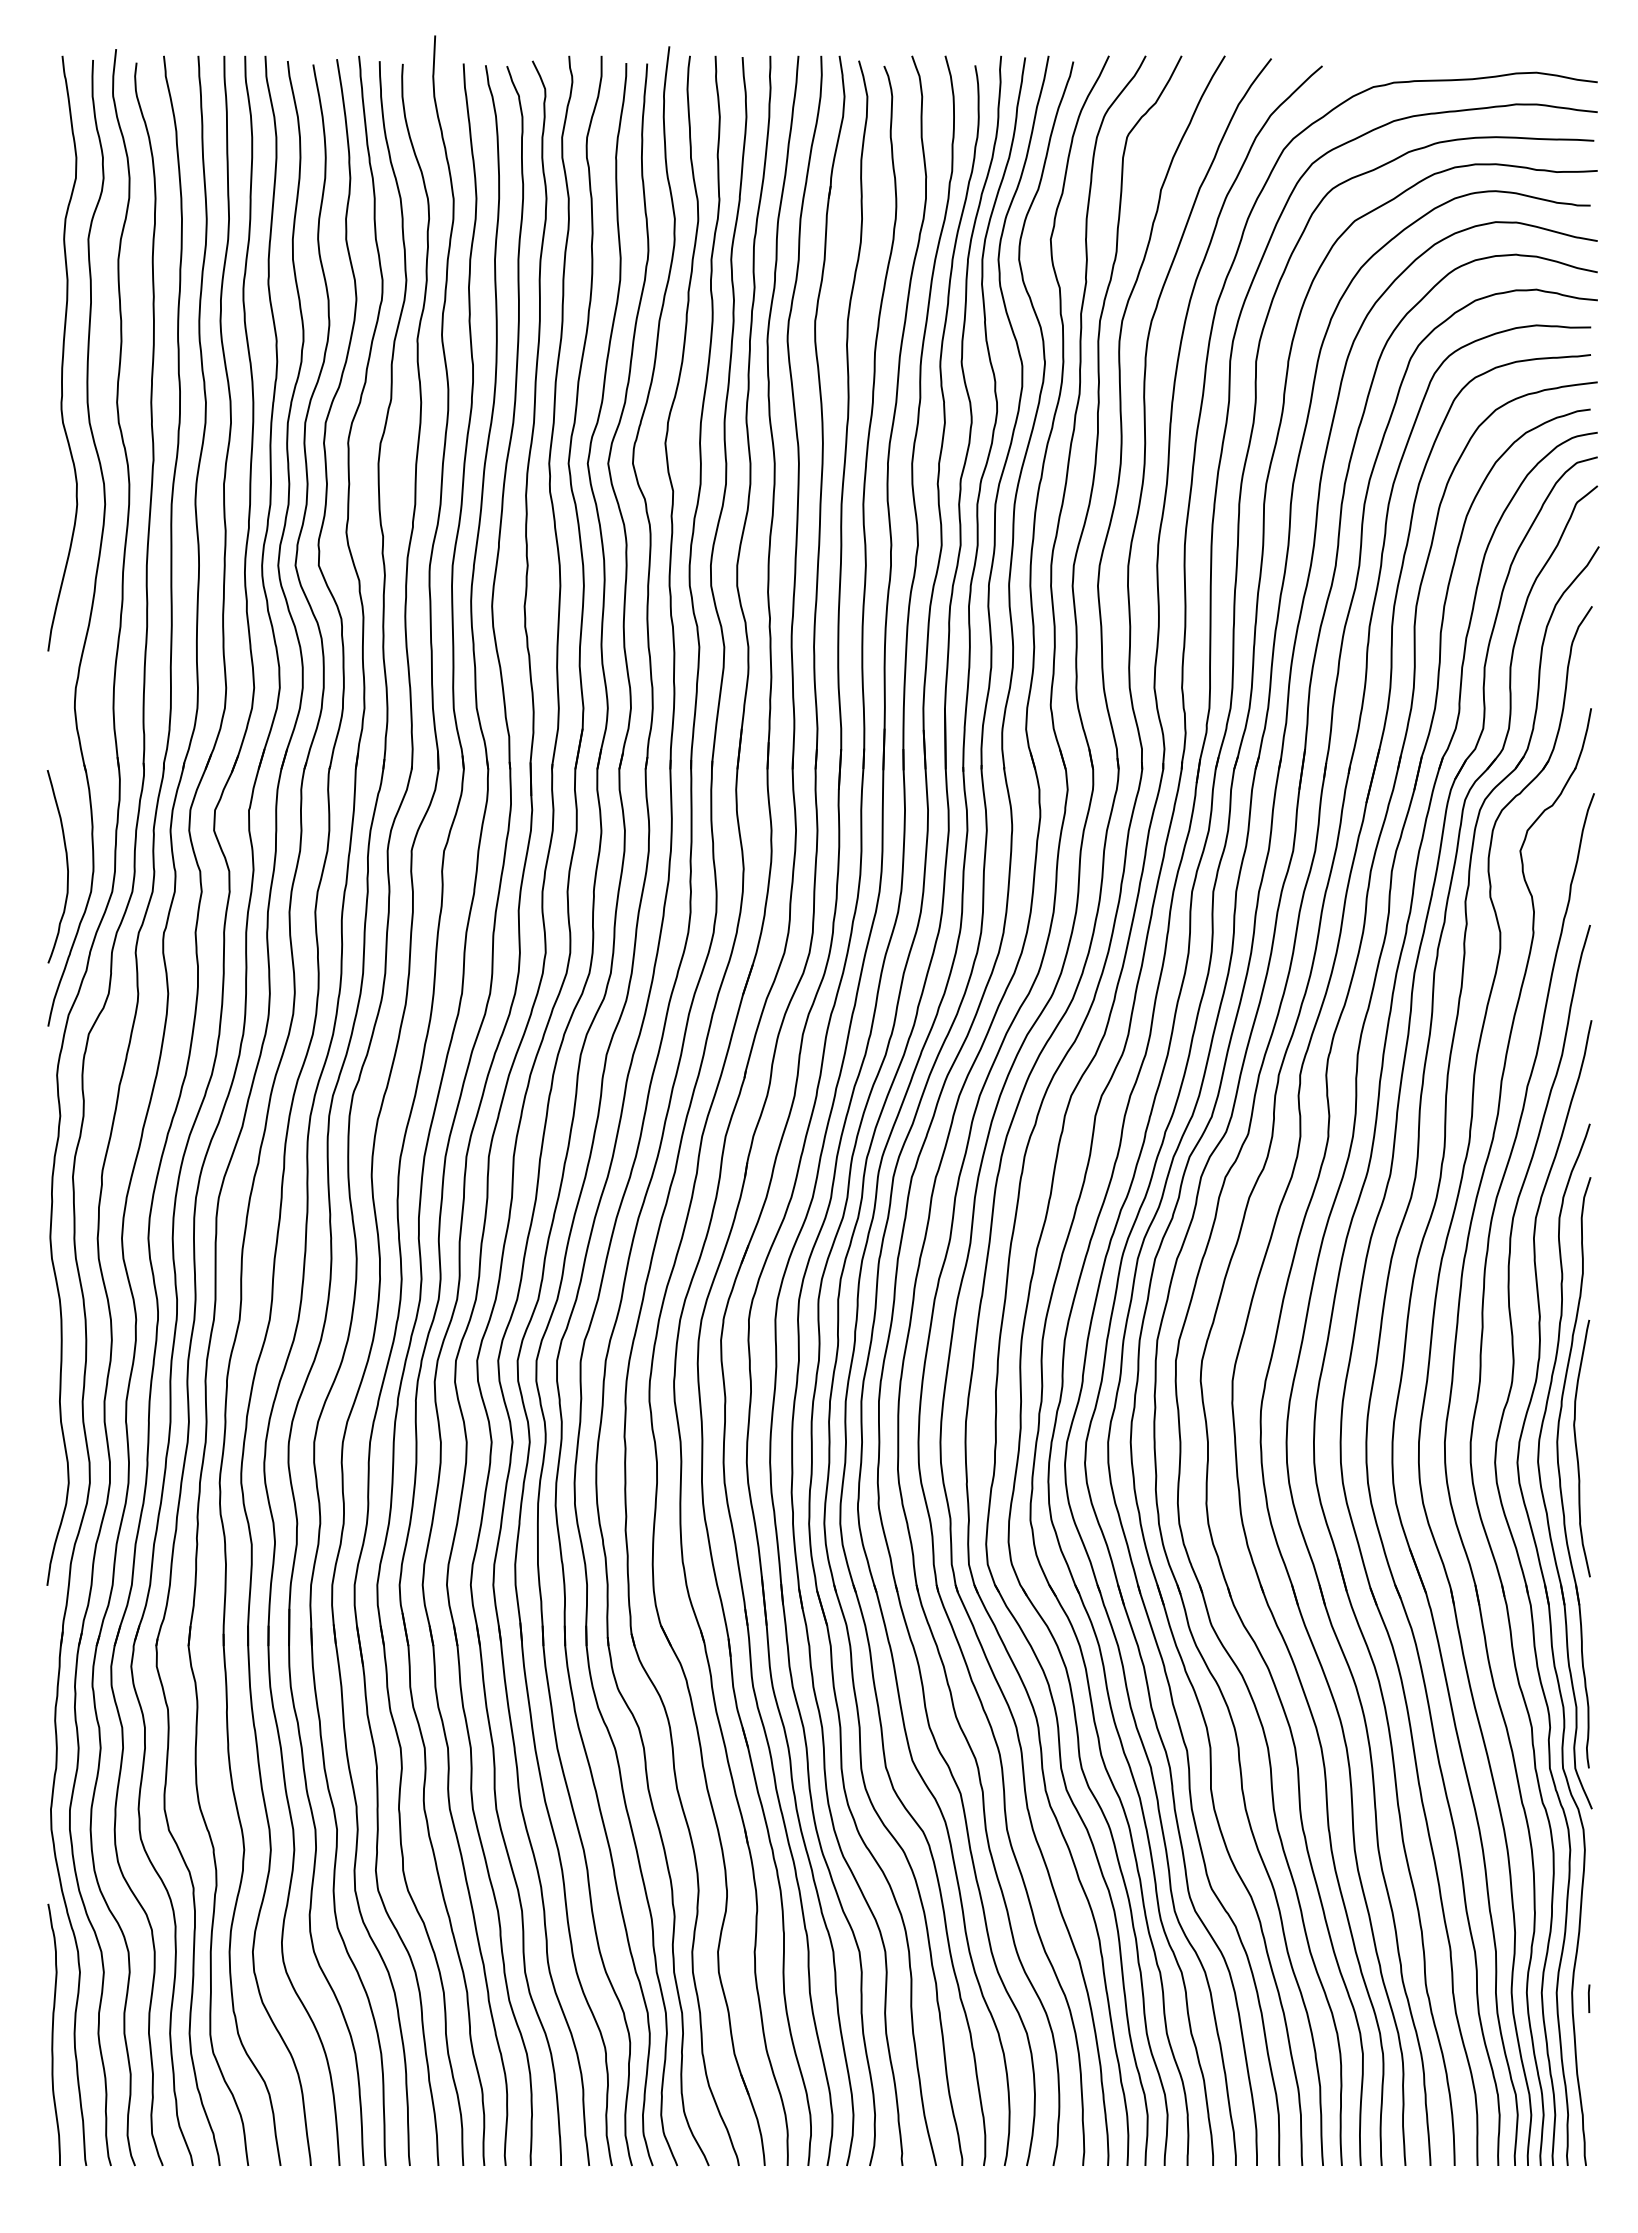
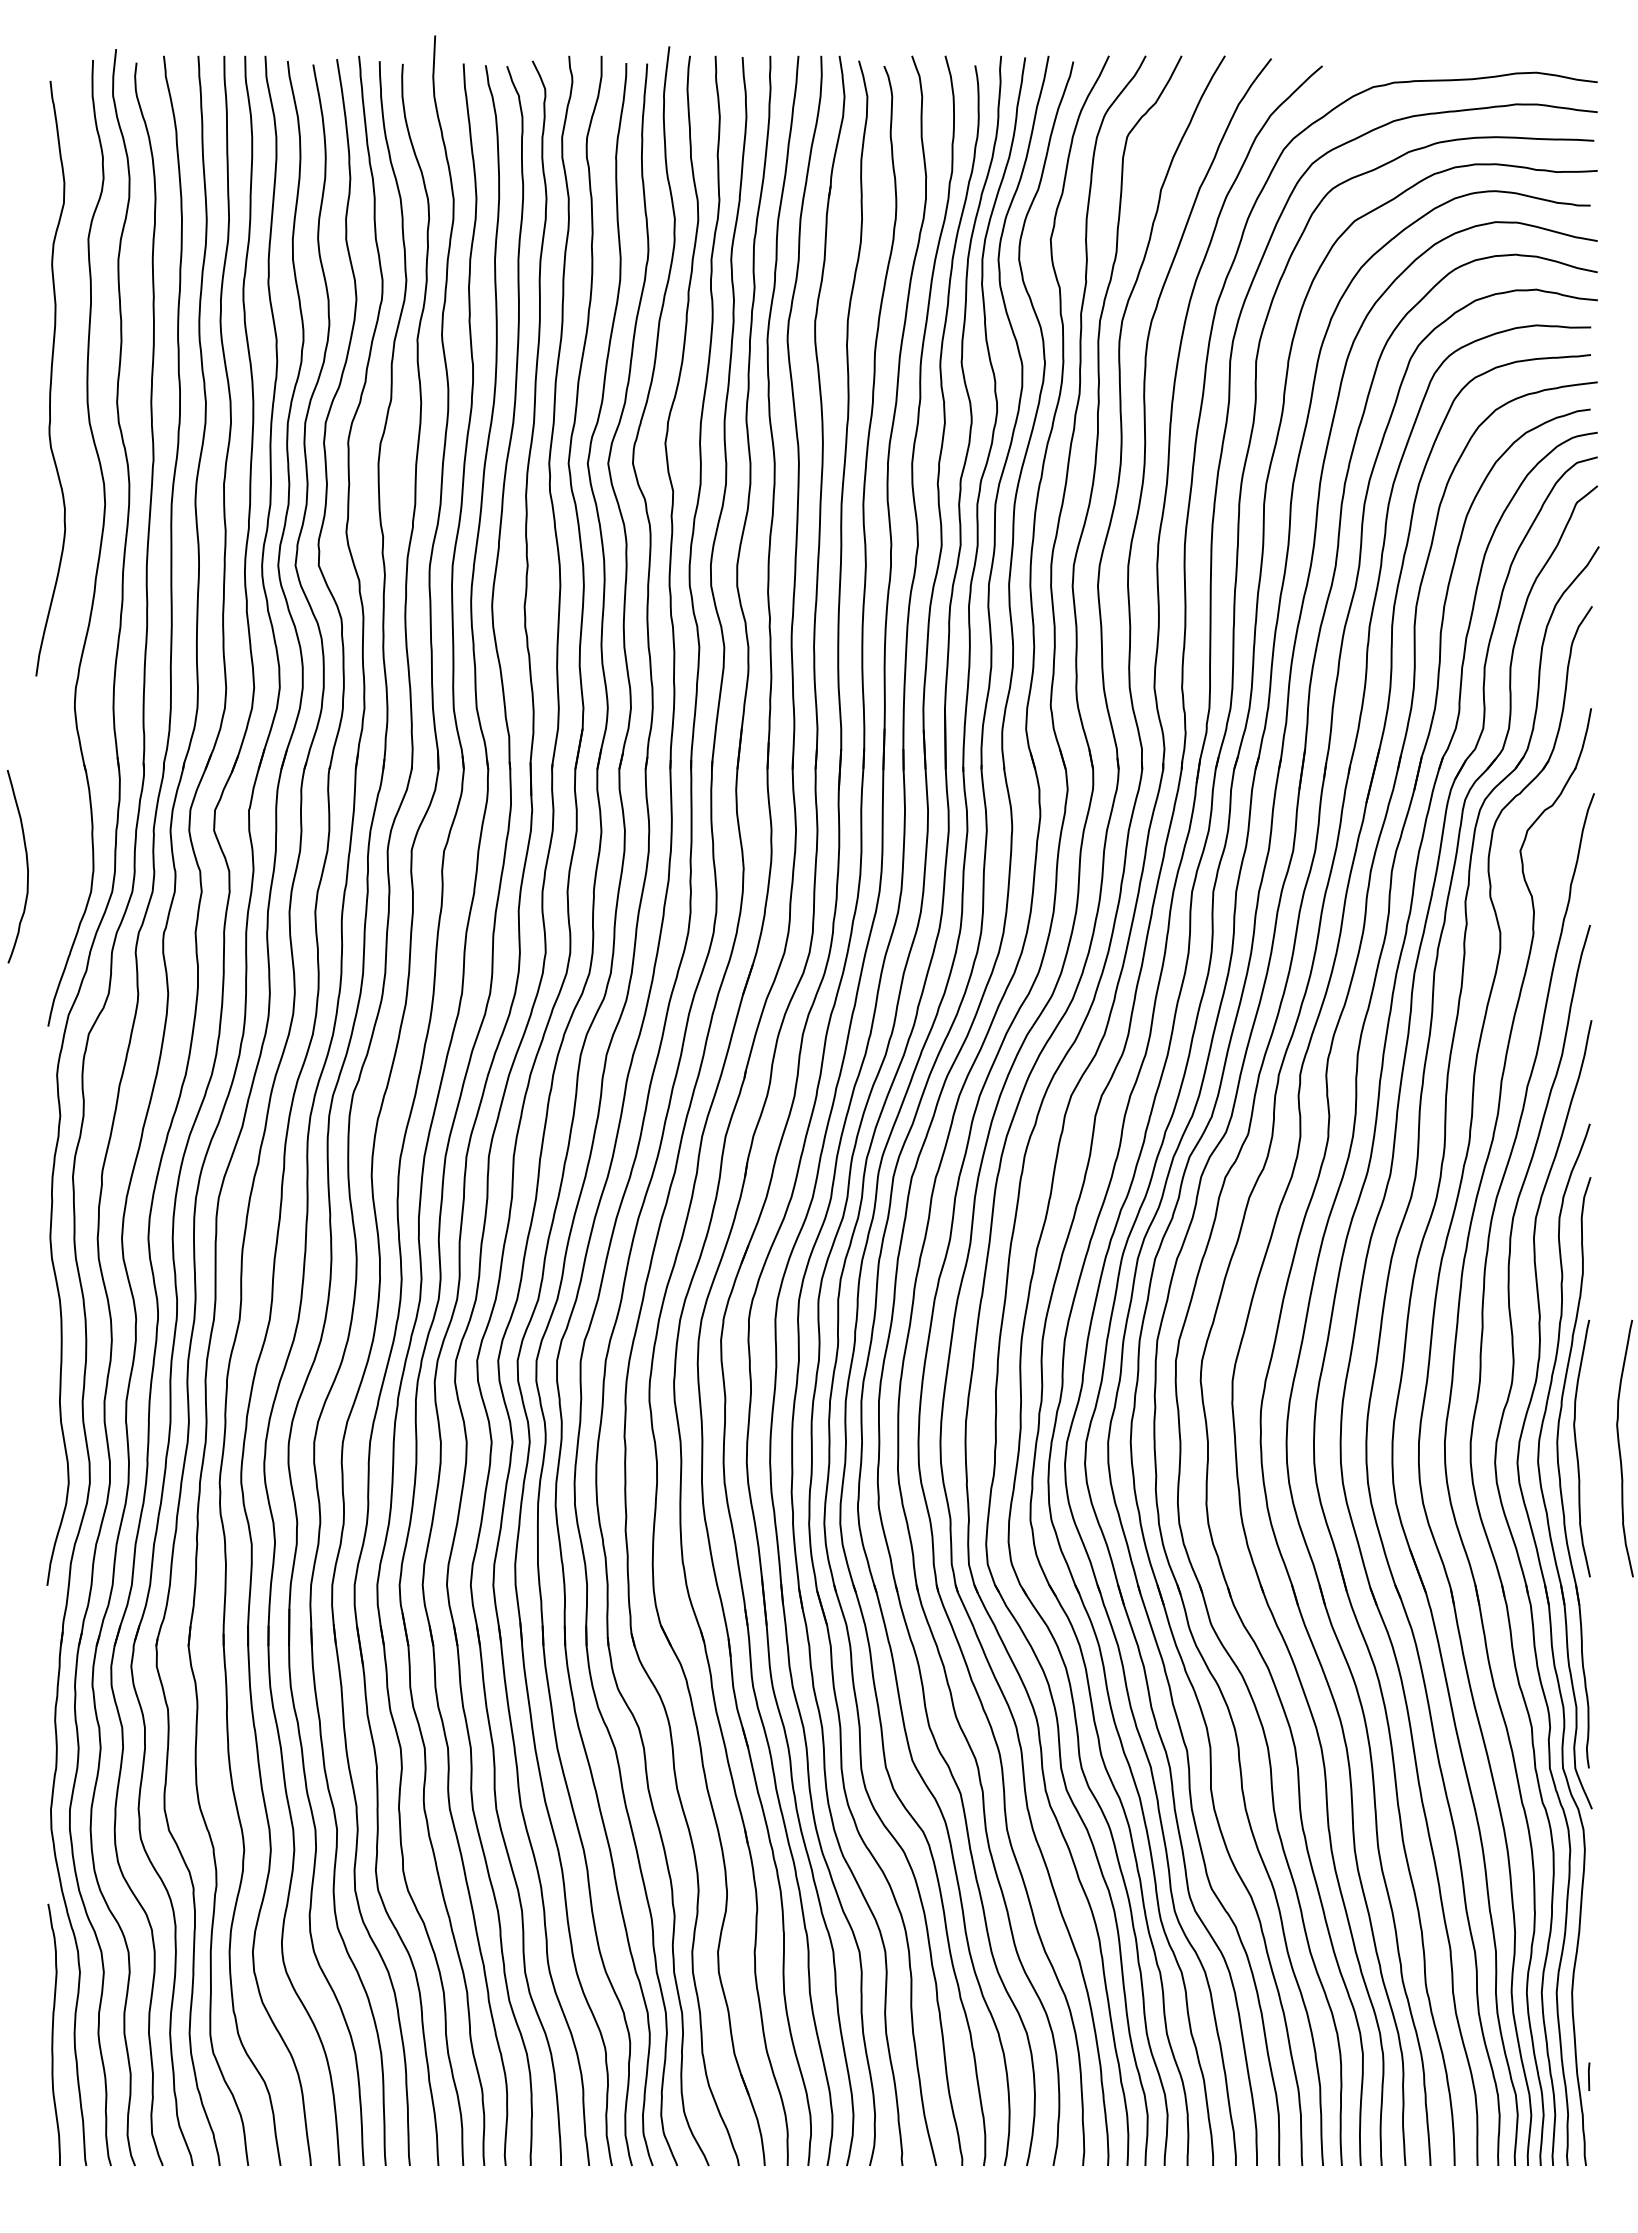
curve at (62, 353) position: (62, 353) -> (50, 378)
curve at (66, 866) position: (66, 866) -> (26, 866)
curve at (1620, 1448): none -> present
line at (1588, 1998) position: (1588, 1998) -> (1588, 2076)
